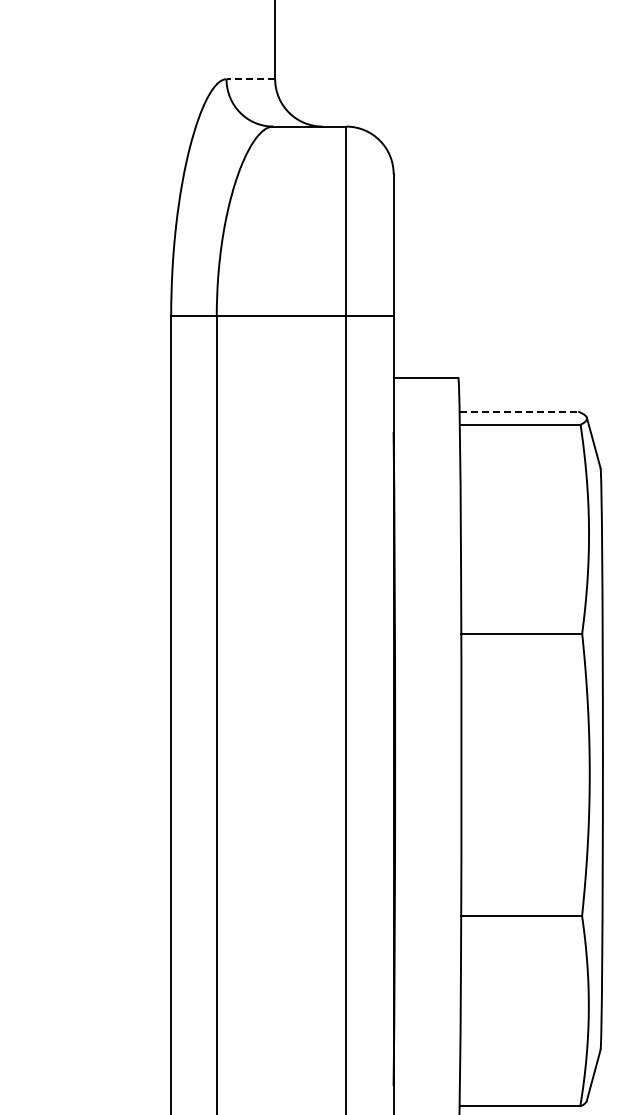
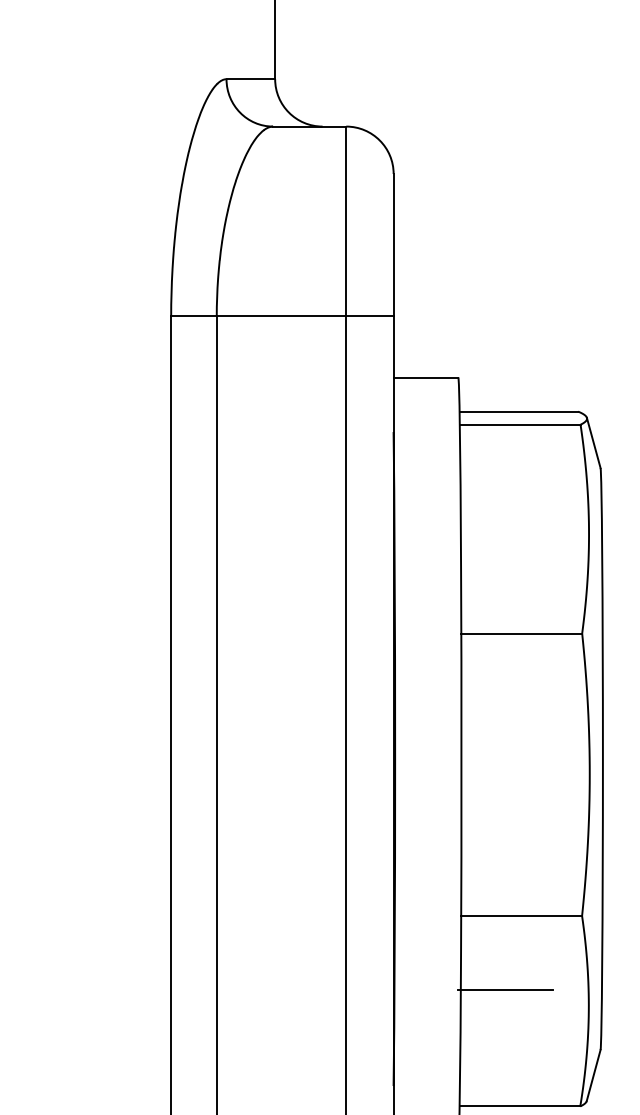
line at (250, 79): dashed -> solid
line at (519, 411): dashed -> solid
line at (505, 989): none -> present
